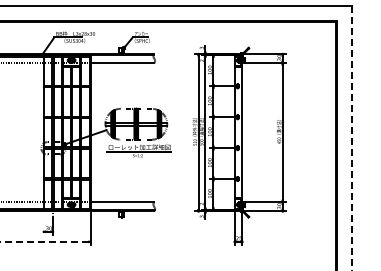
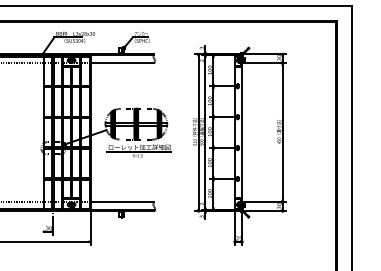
line at (352, 138): dashed -> solid
line at (45, 241): dashed -> solid
